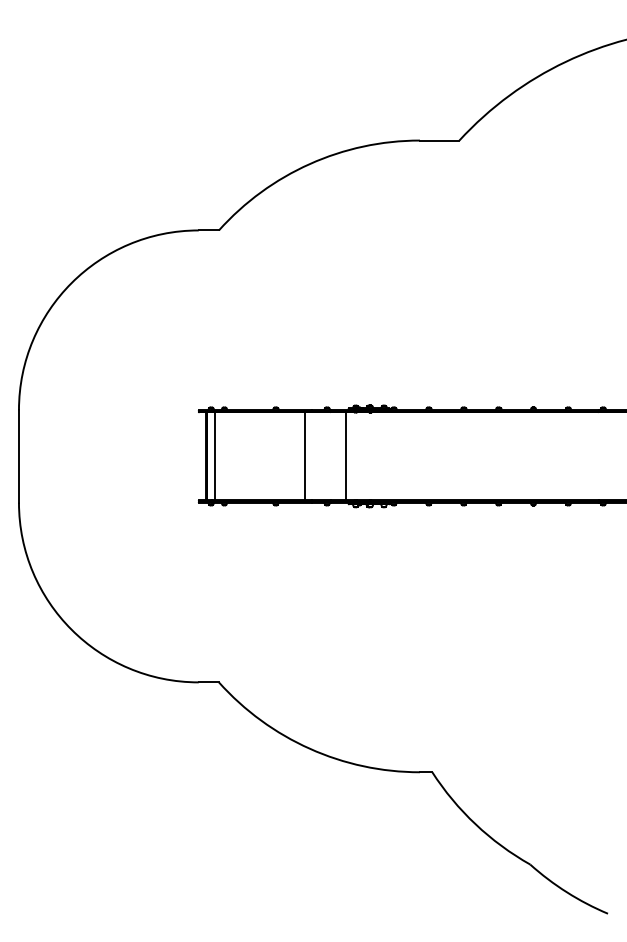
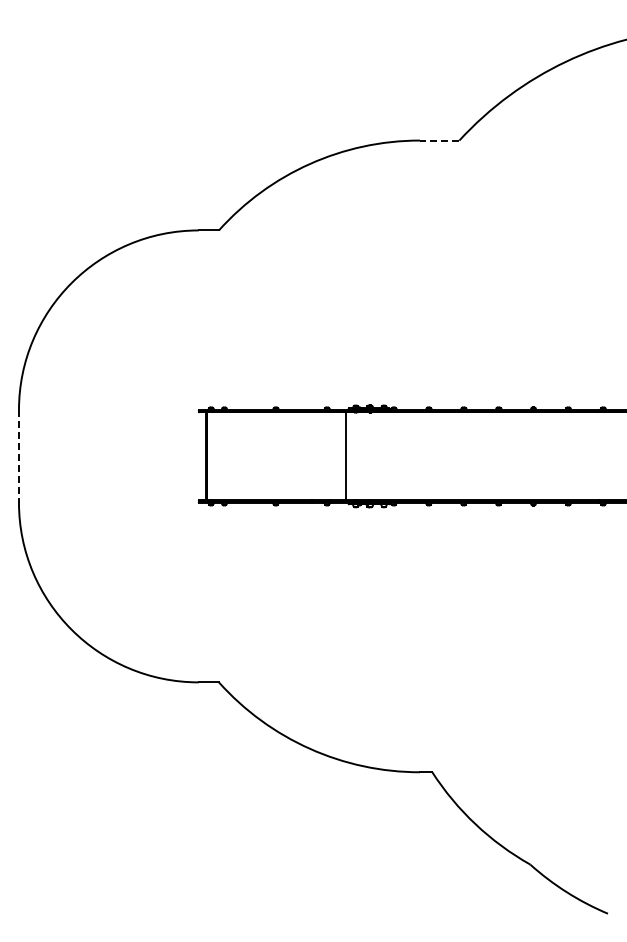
line at (439, 140): solid -> dashed
line at (18, 456): solid -> dashed
line at (215, 456): present -> none
line at (304, 456): present -> none
